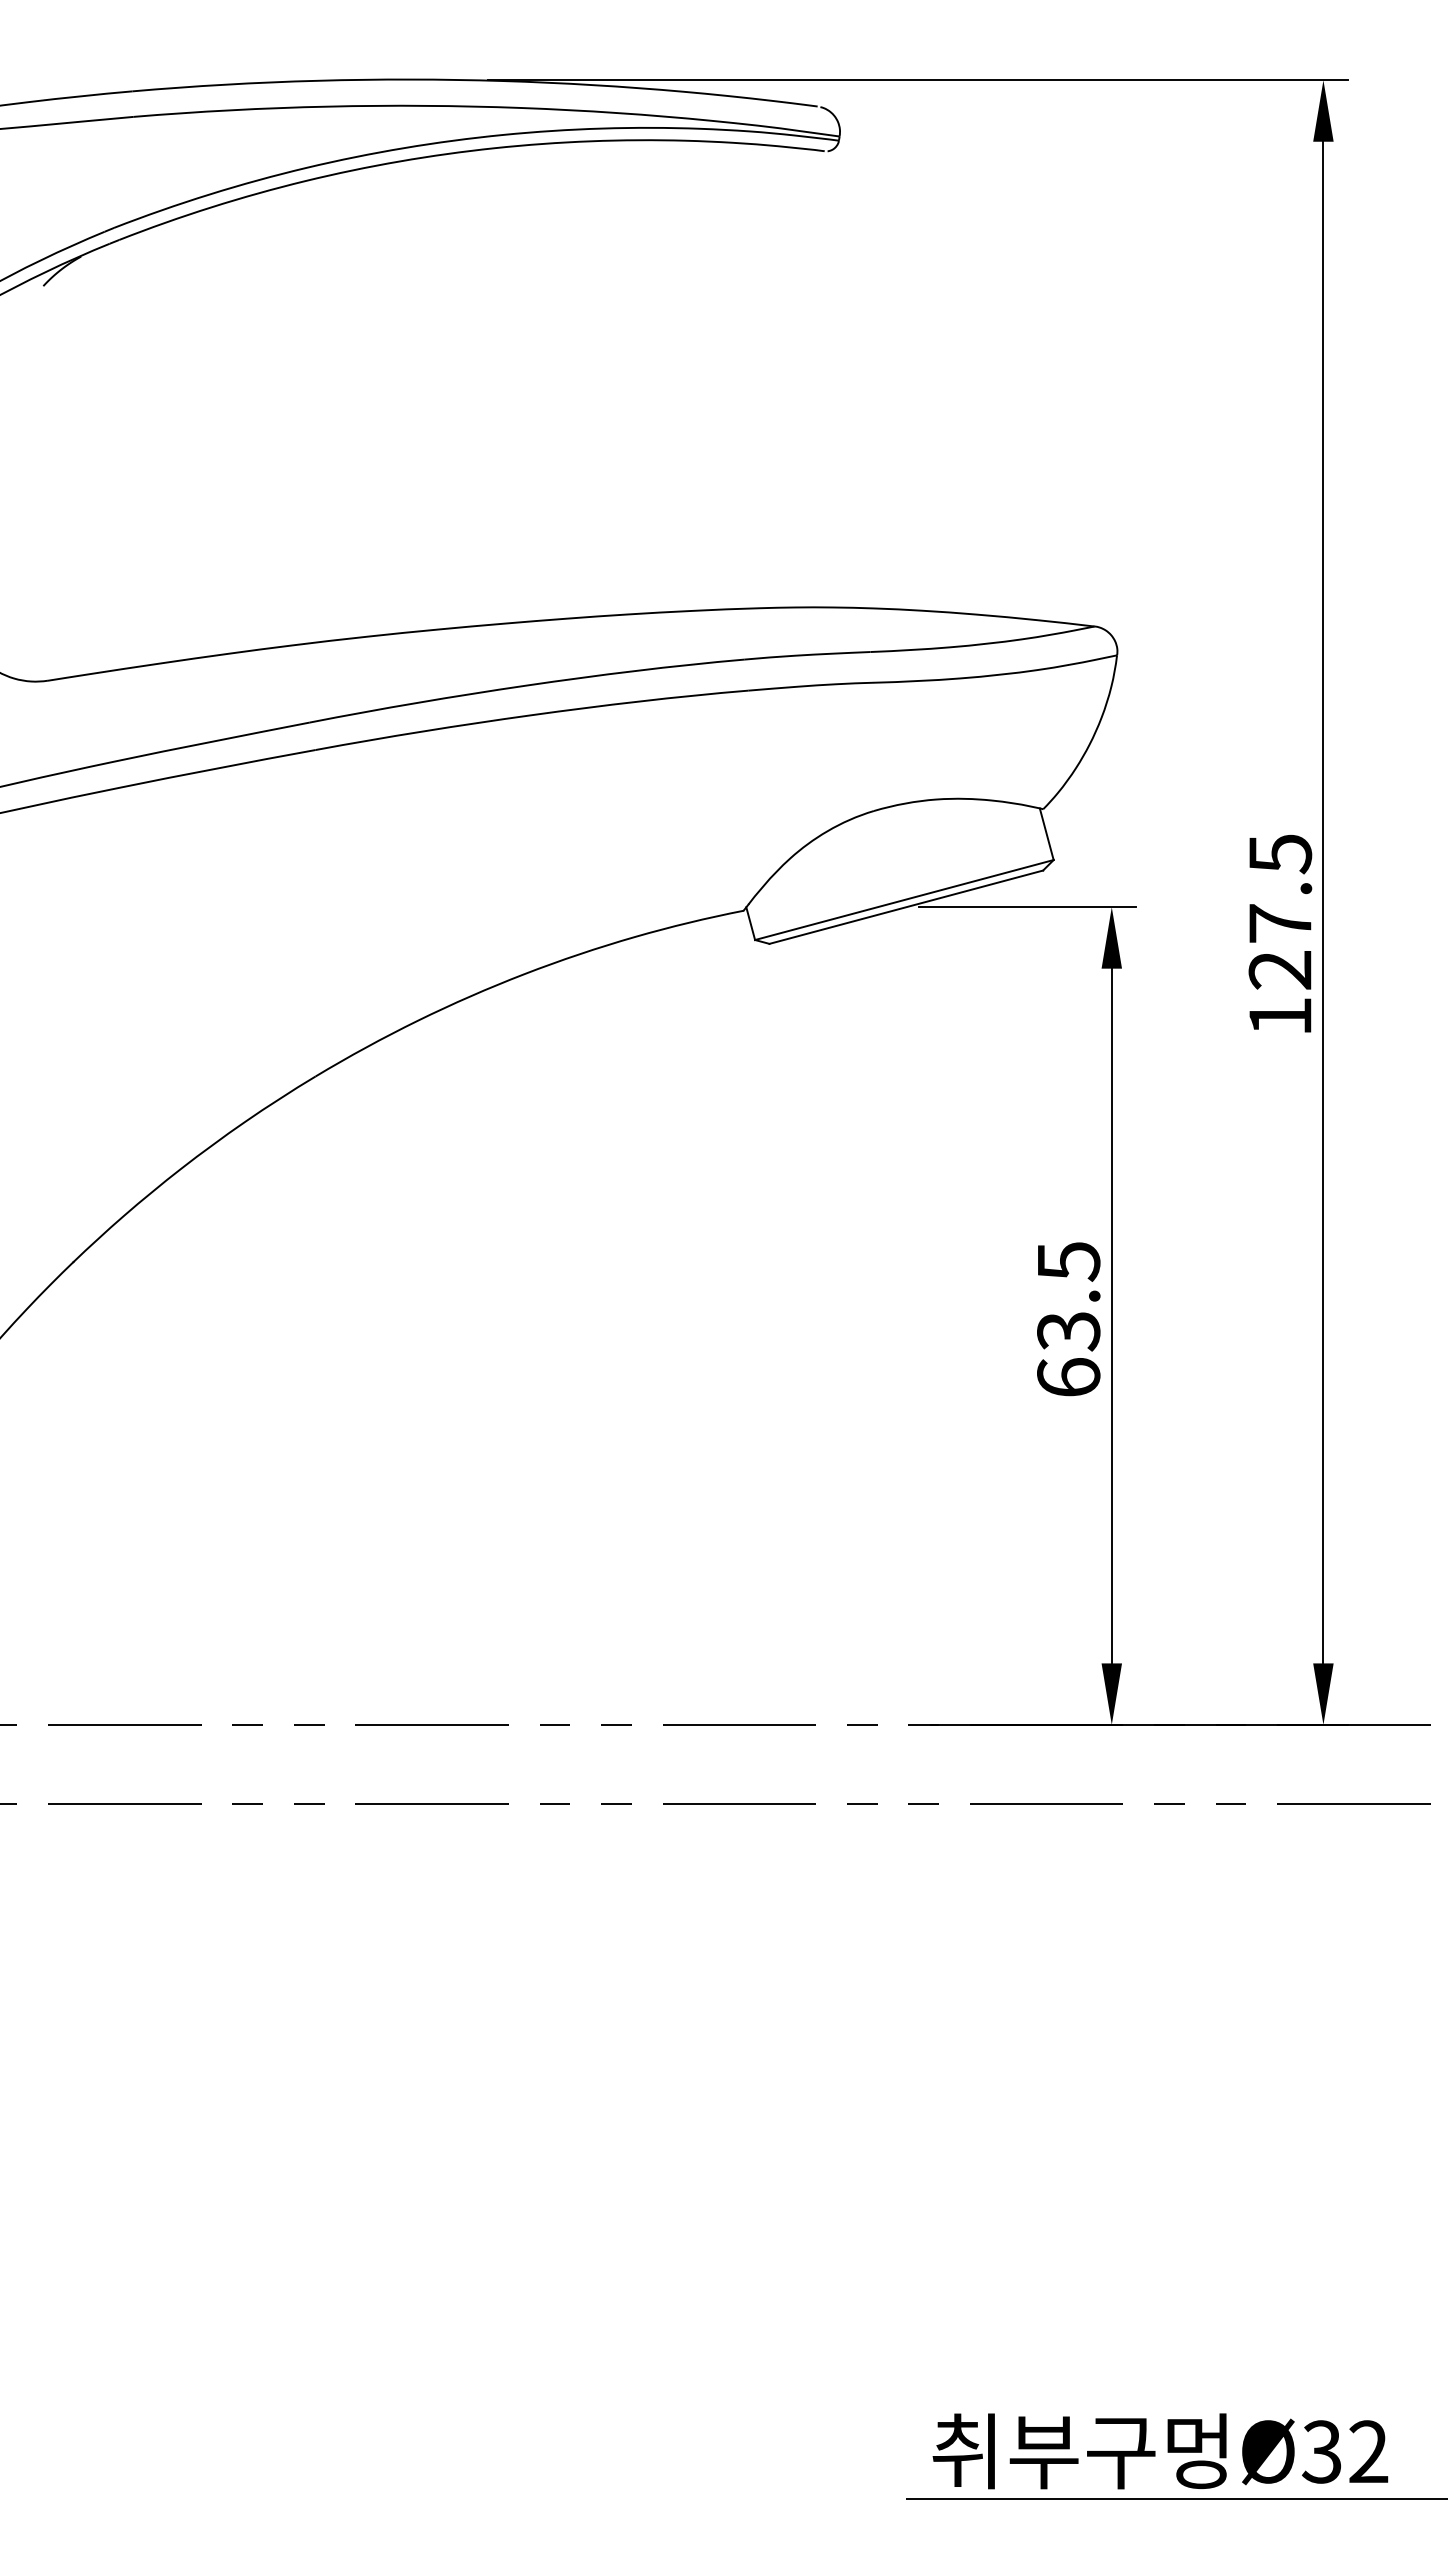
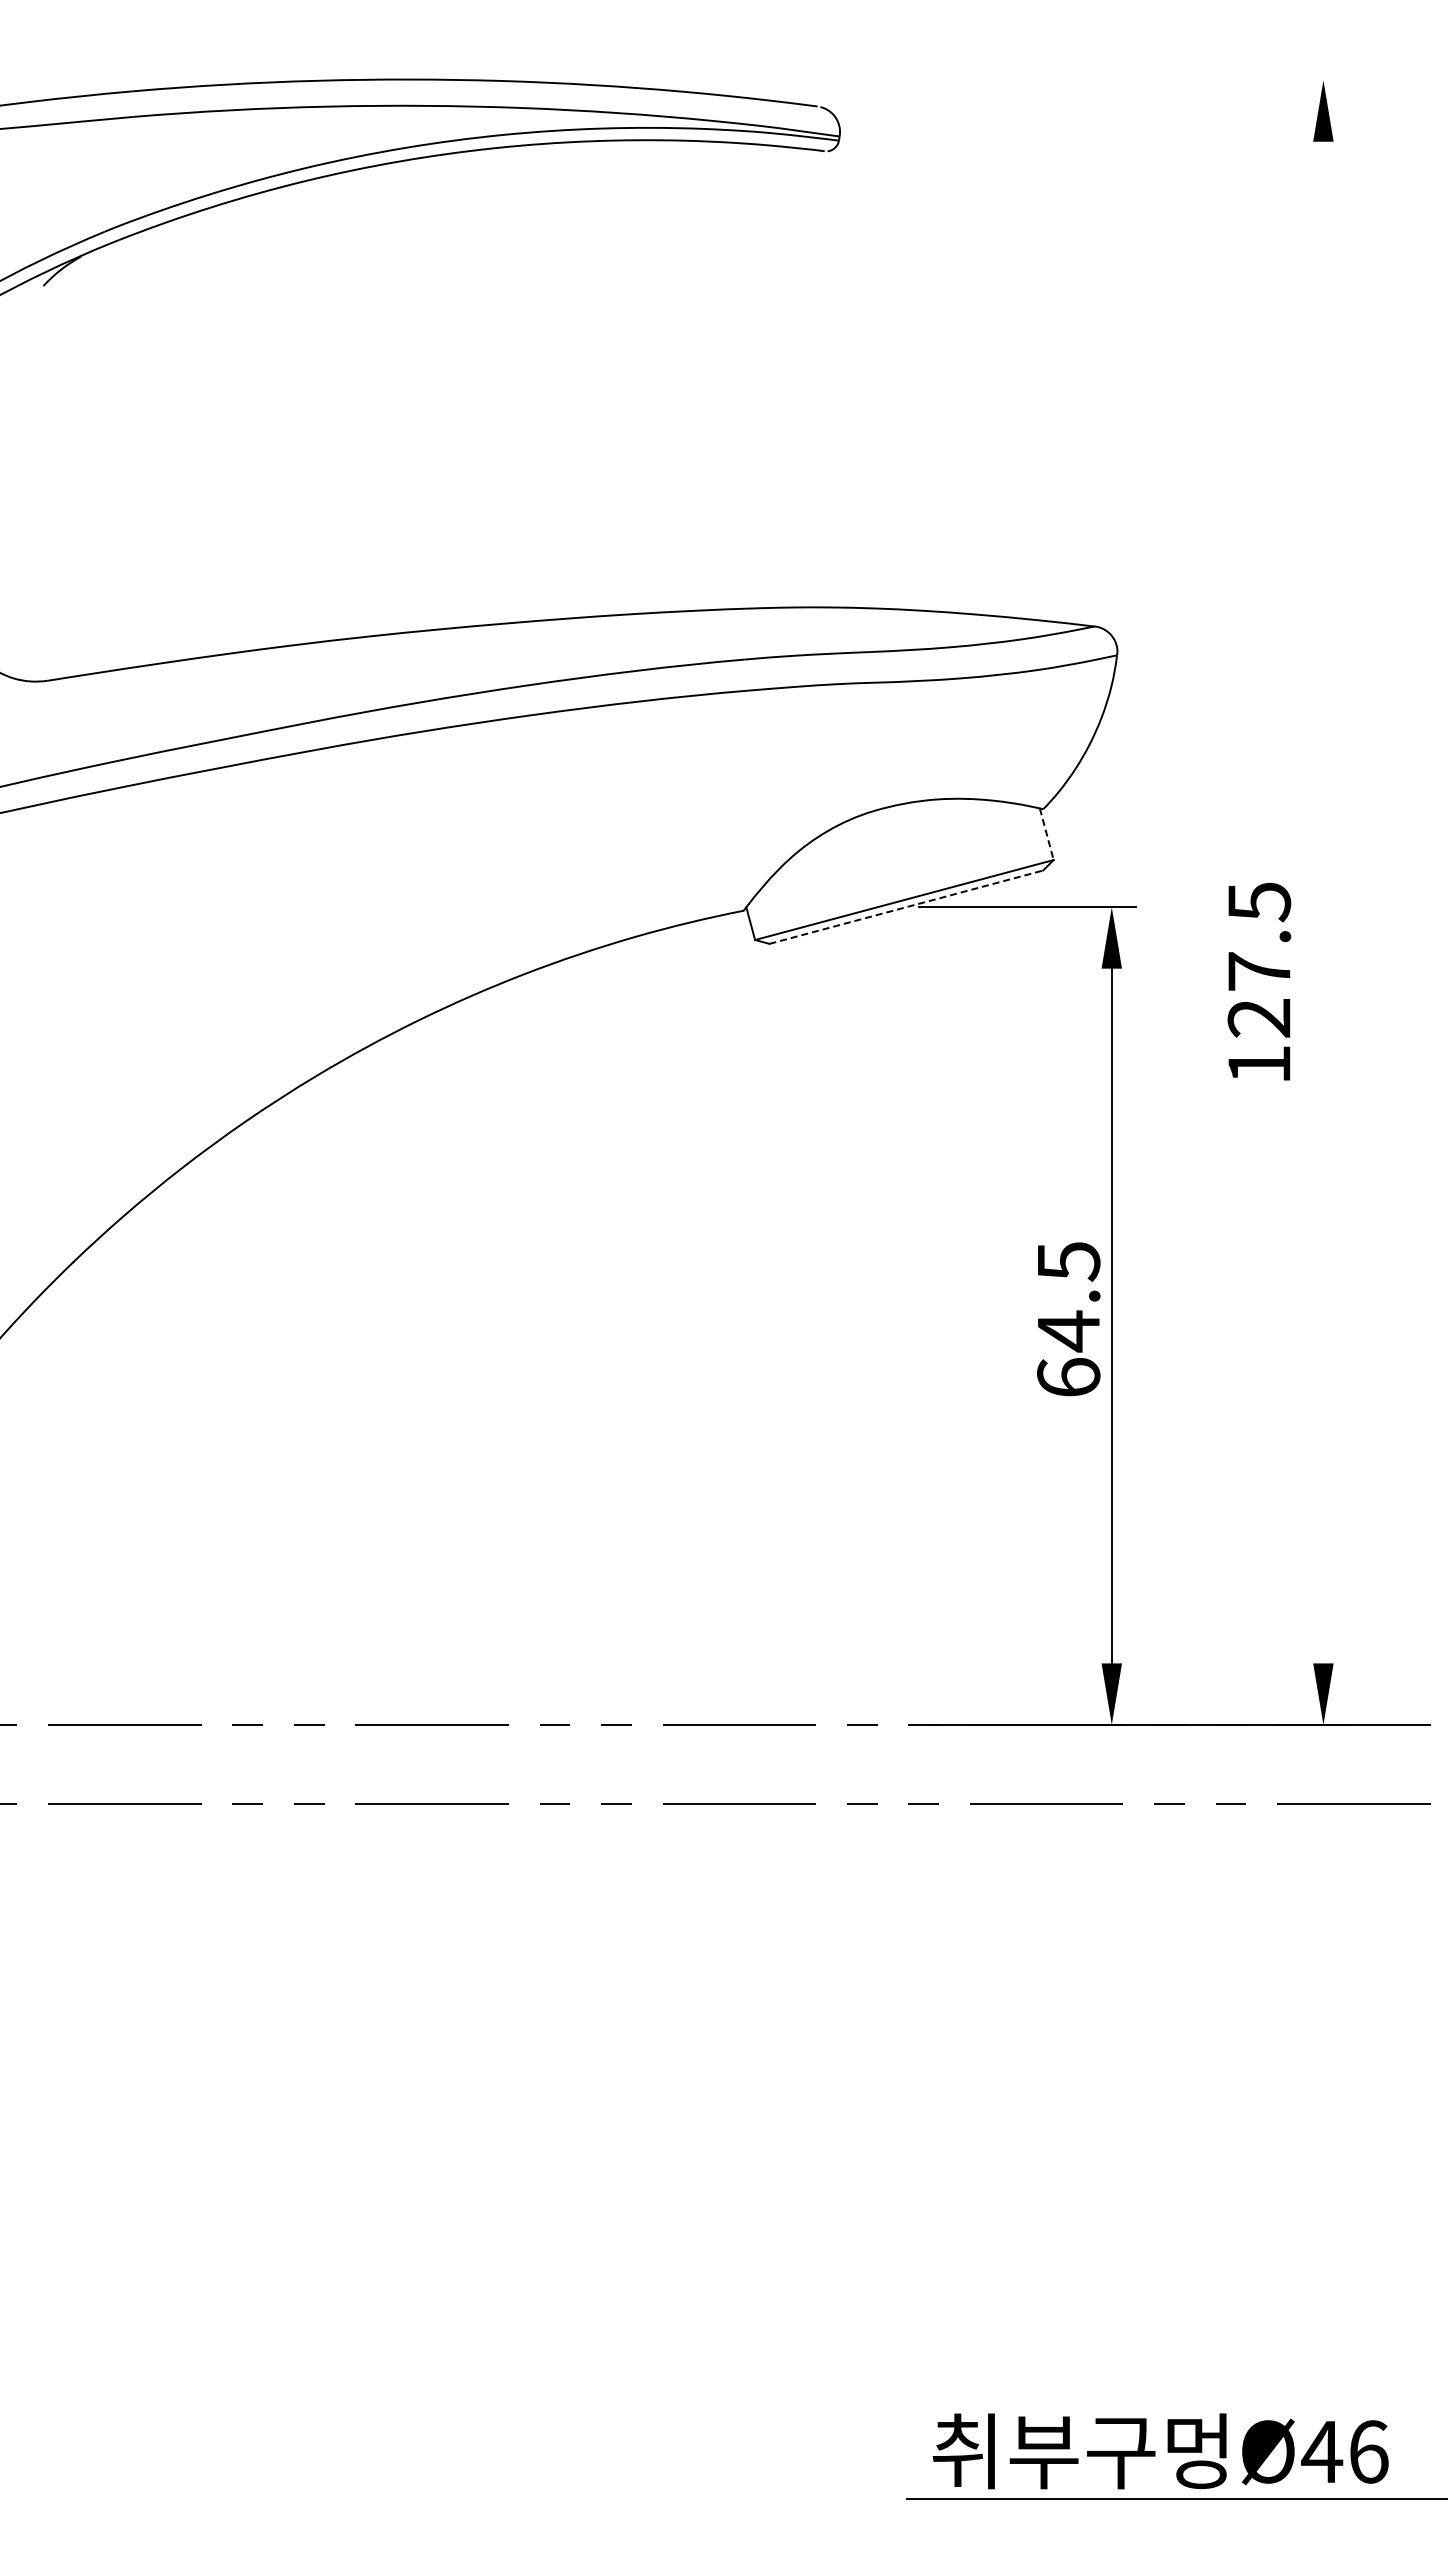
line at (917, 80): present -> none
line at (1046, 834): solid -> dashed
line at (1323, 902): present -> none
line at (906, 907): solid -> dashed
text at (1280, 933) position: (1280, 933) -> (1259, 981)
text at (1068, 1331): 63.5 -> 64.5
text at (1344, 2451): Ø32 -> Ø46
